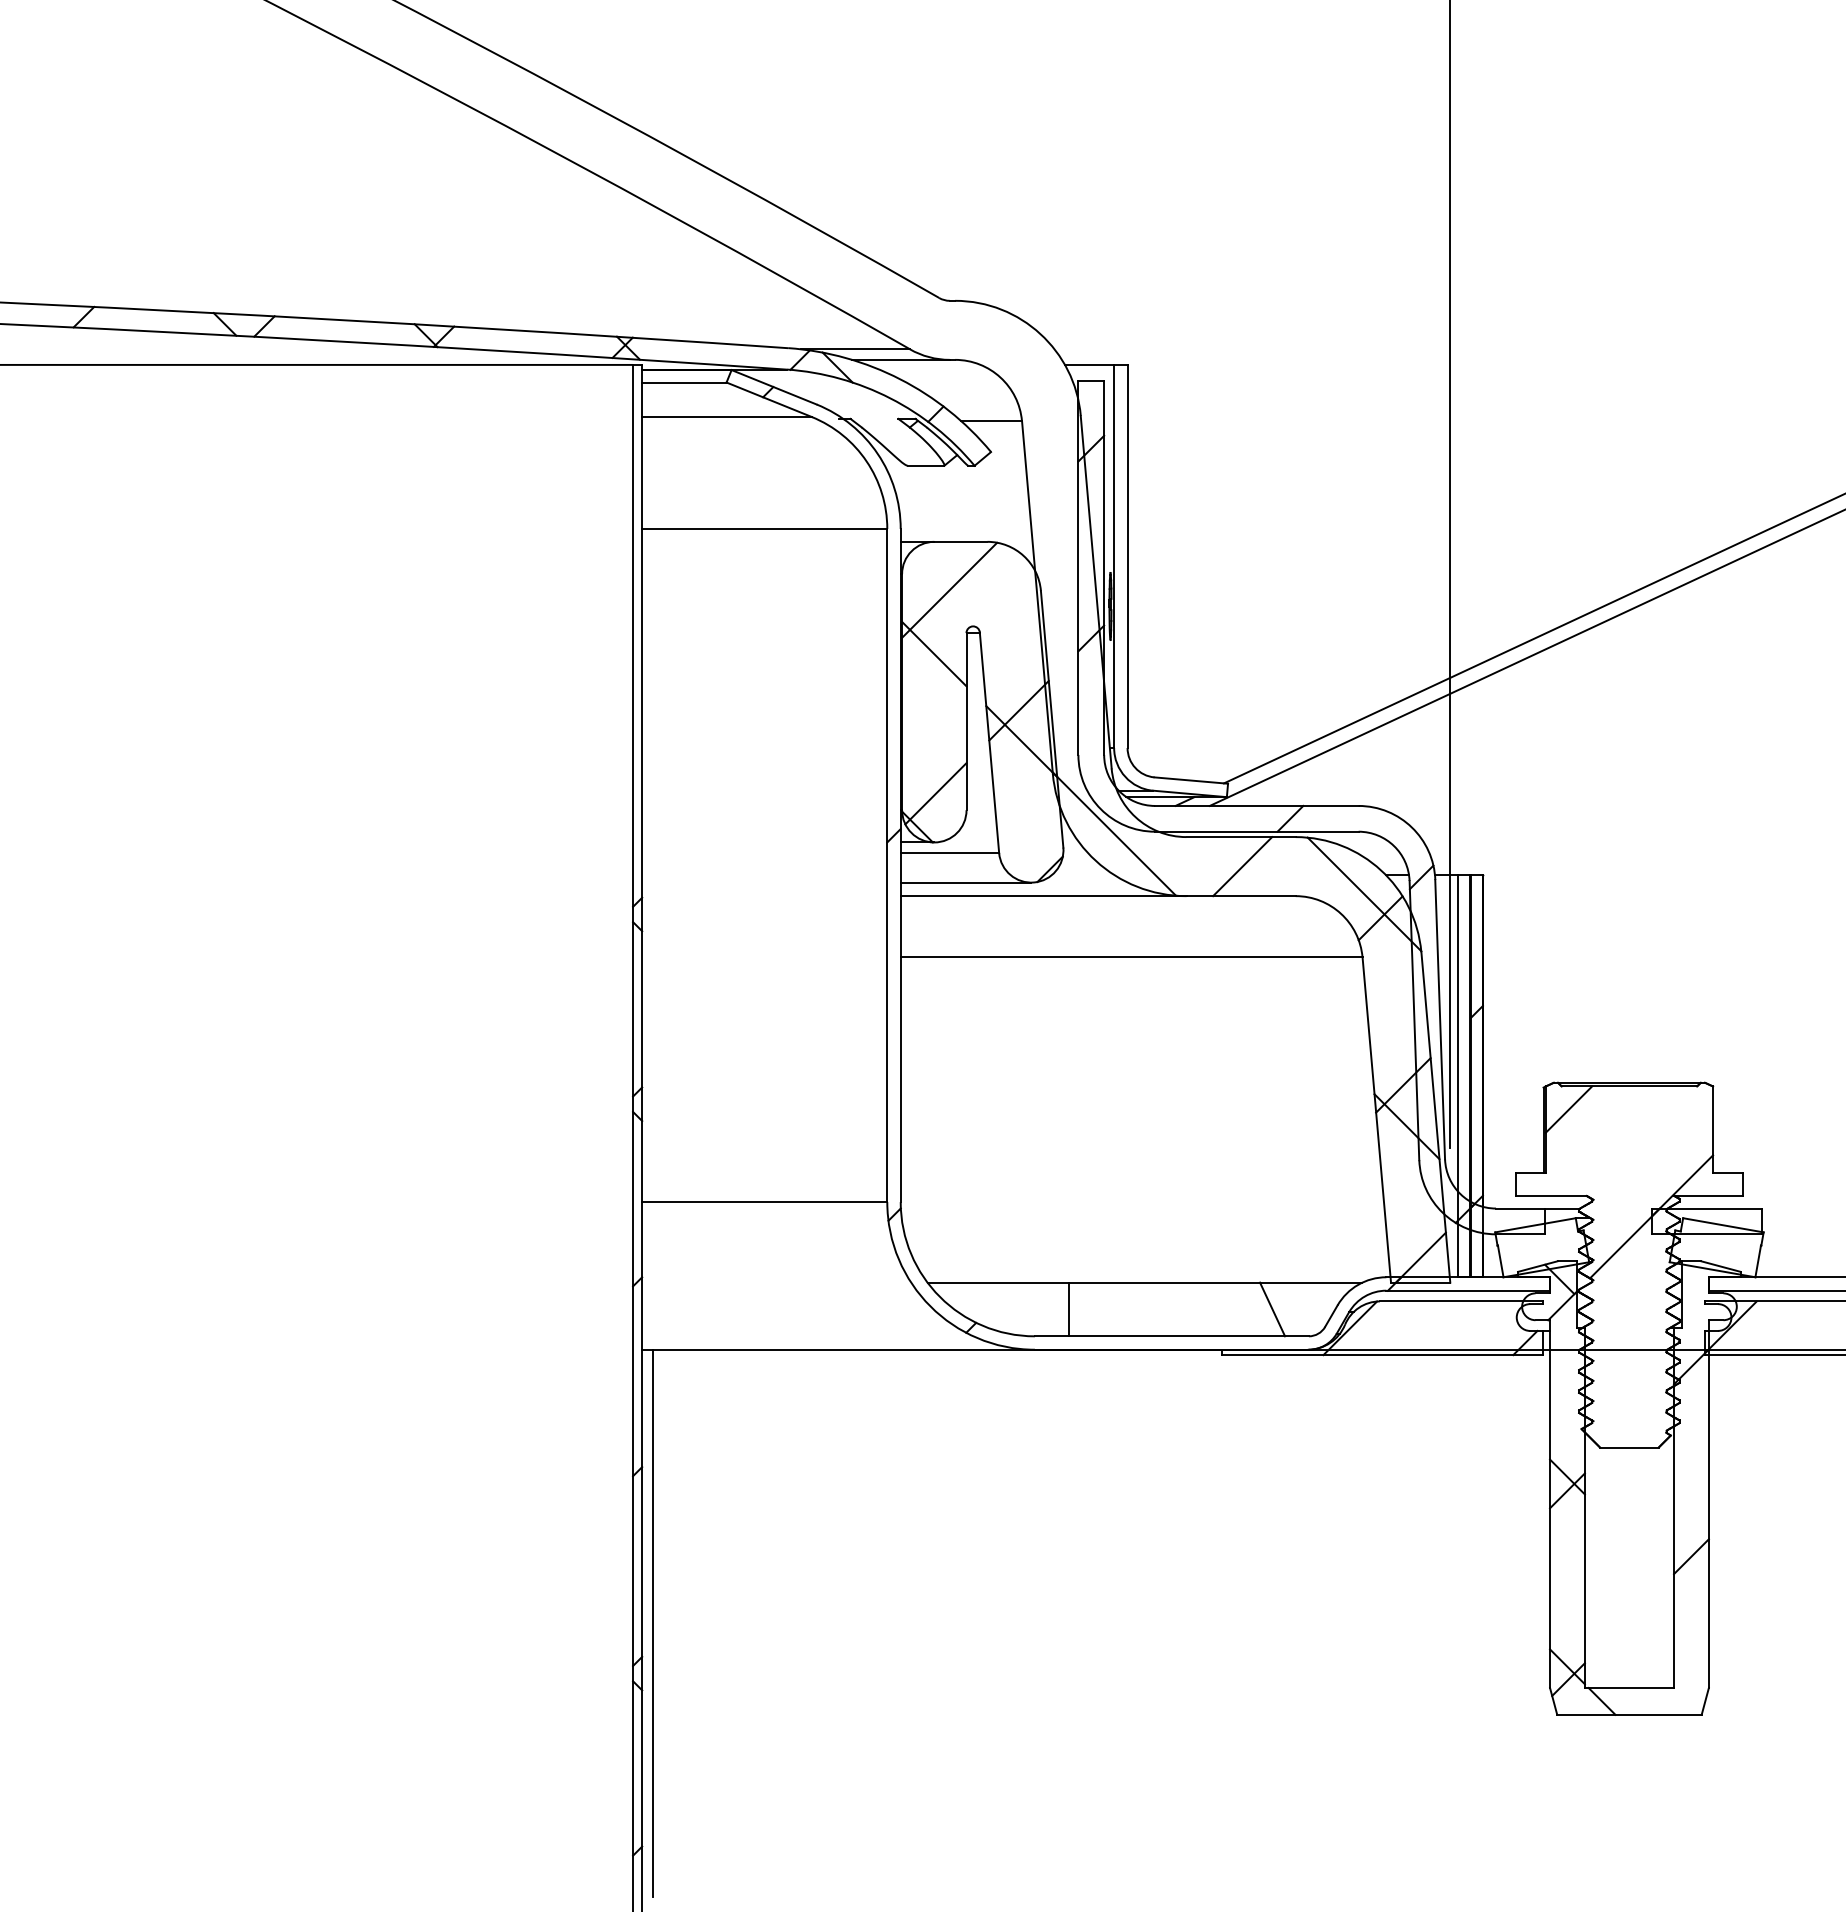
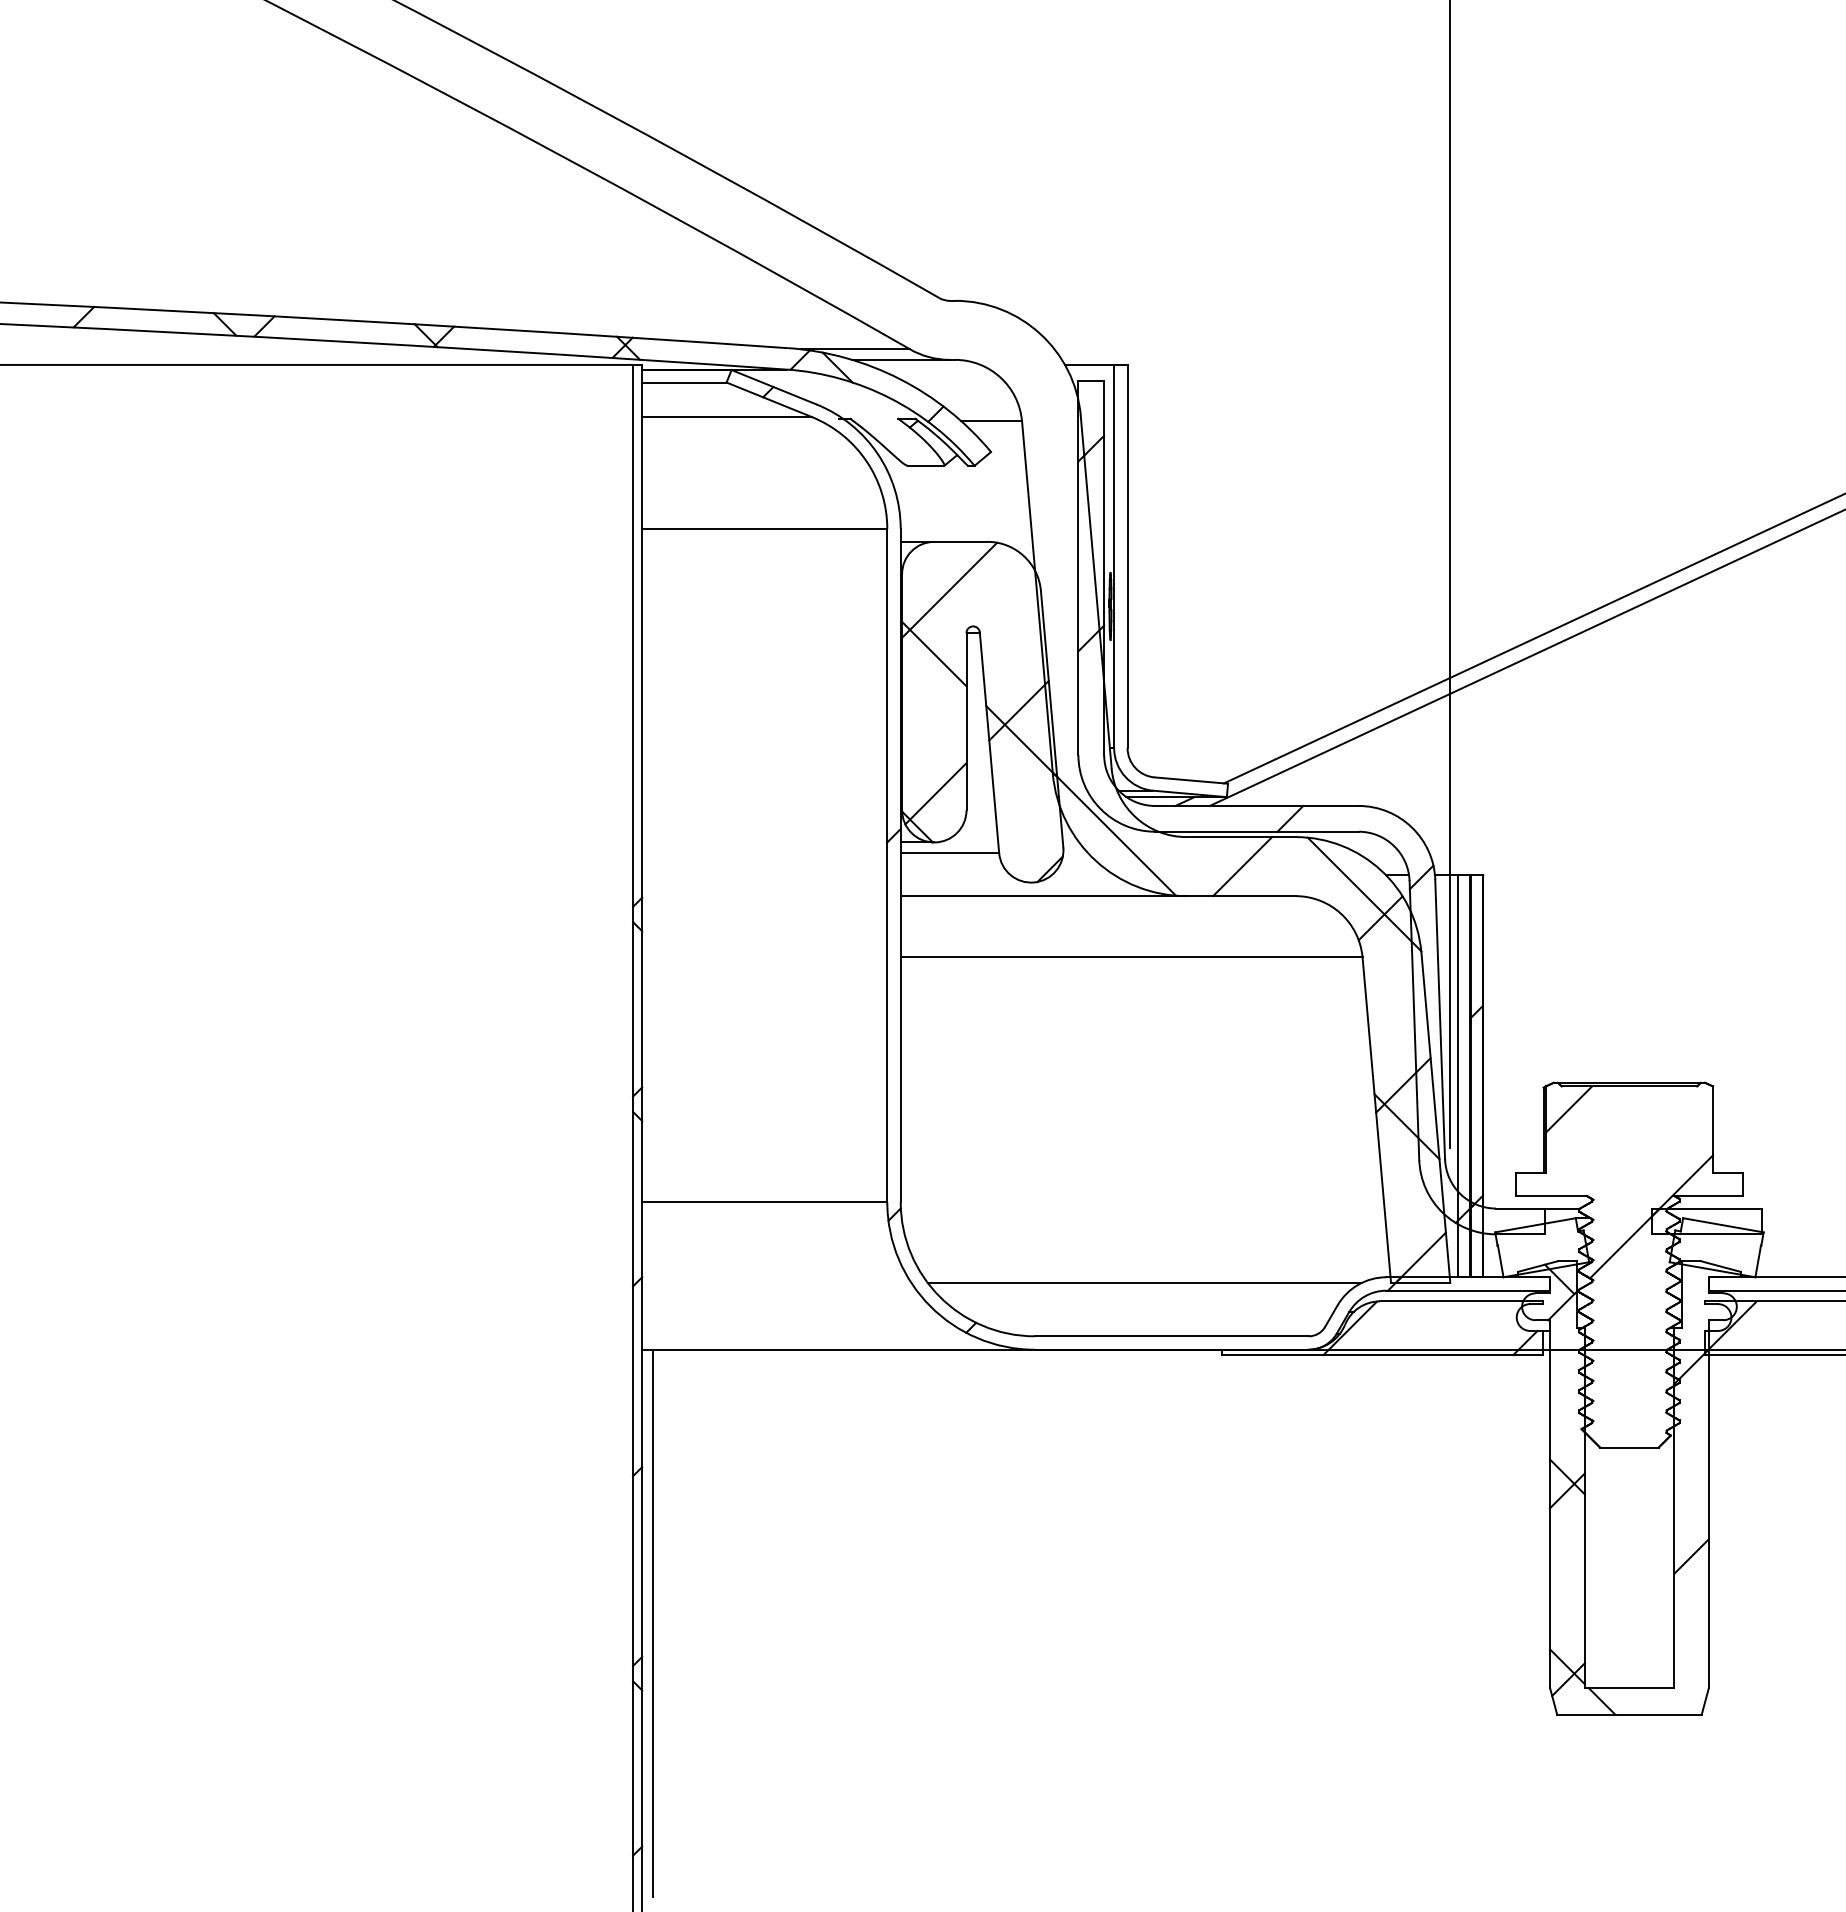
line at (965, 882): present -> none
line at (1068, 1309): present -> none
line at (1272, 1309): present -> none
